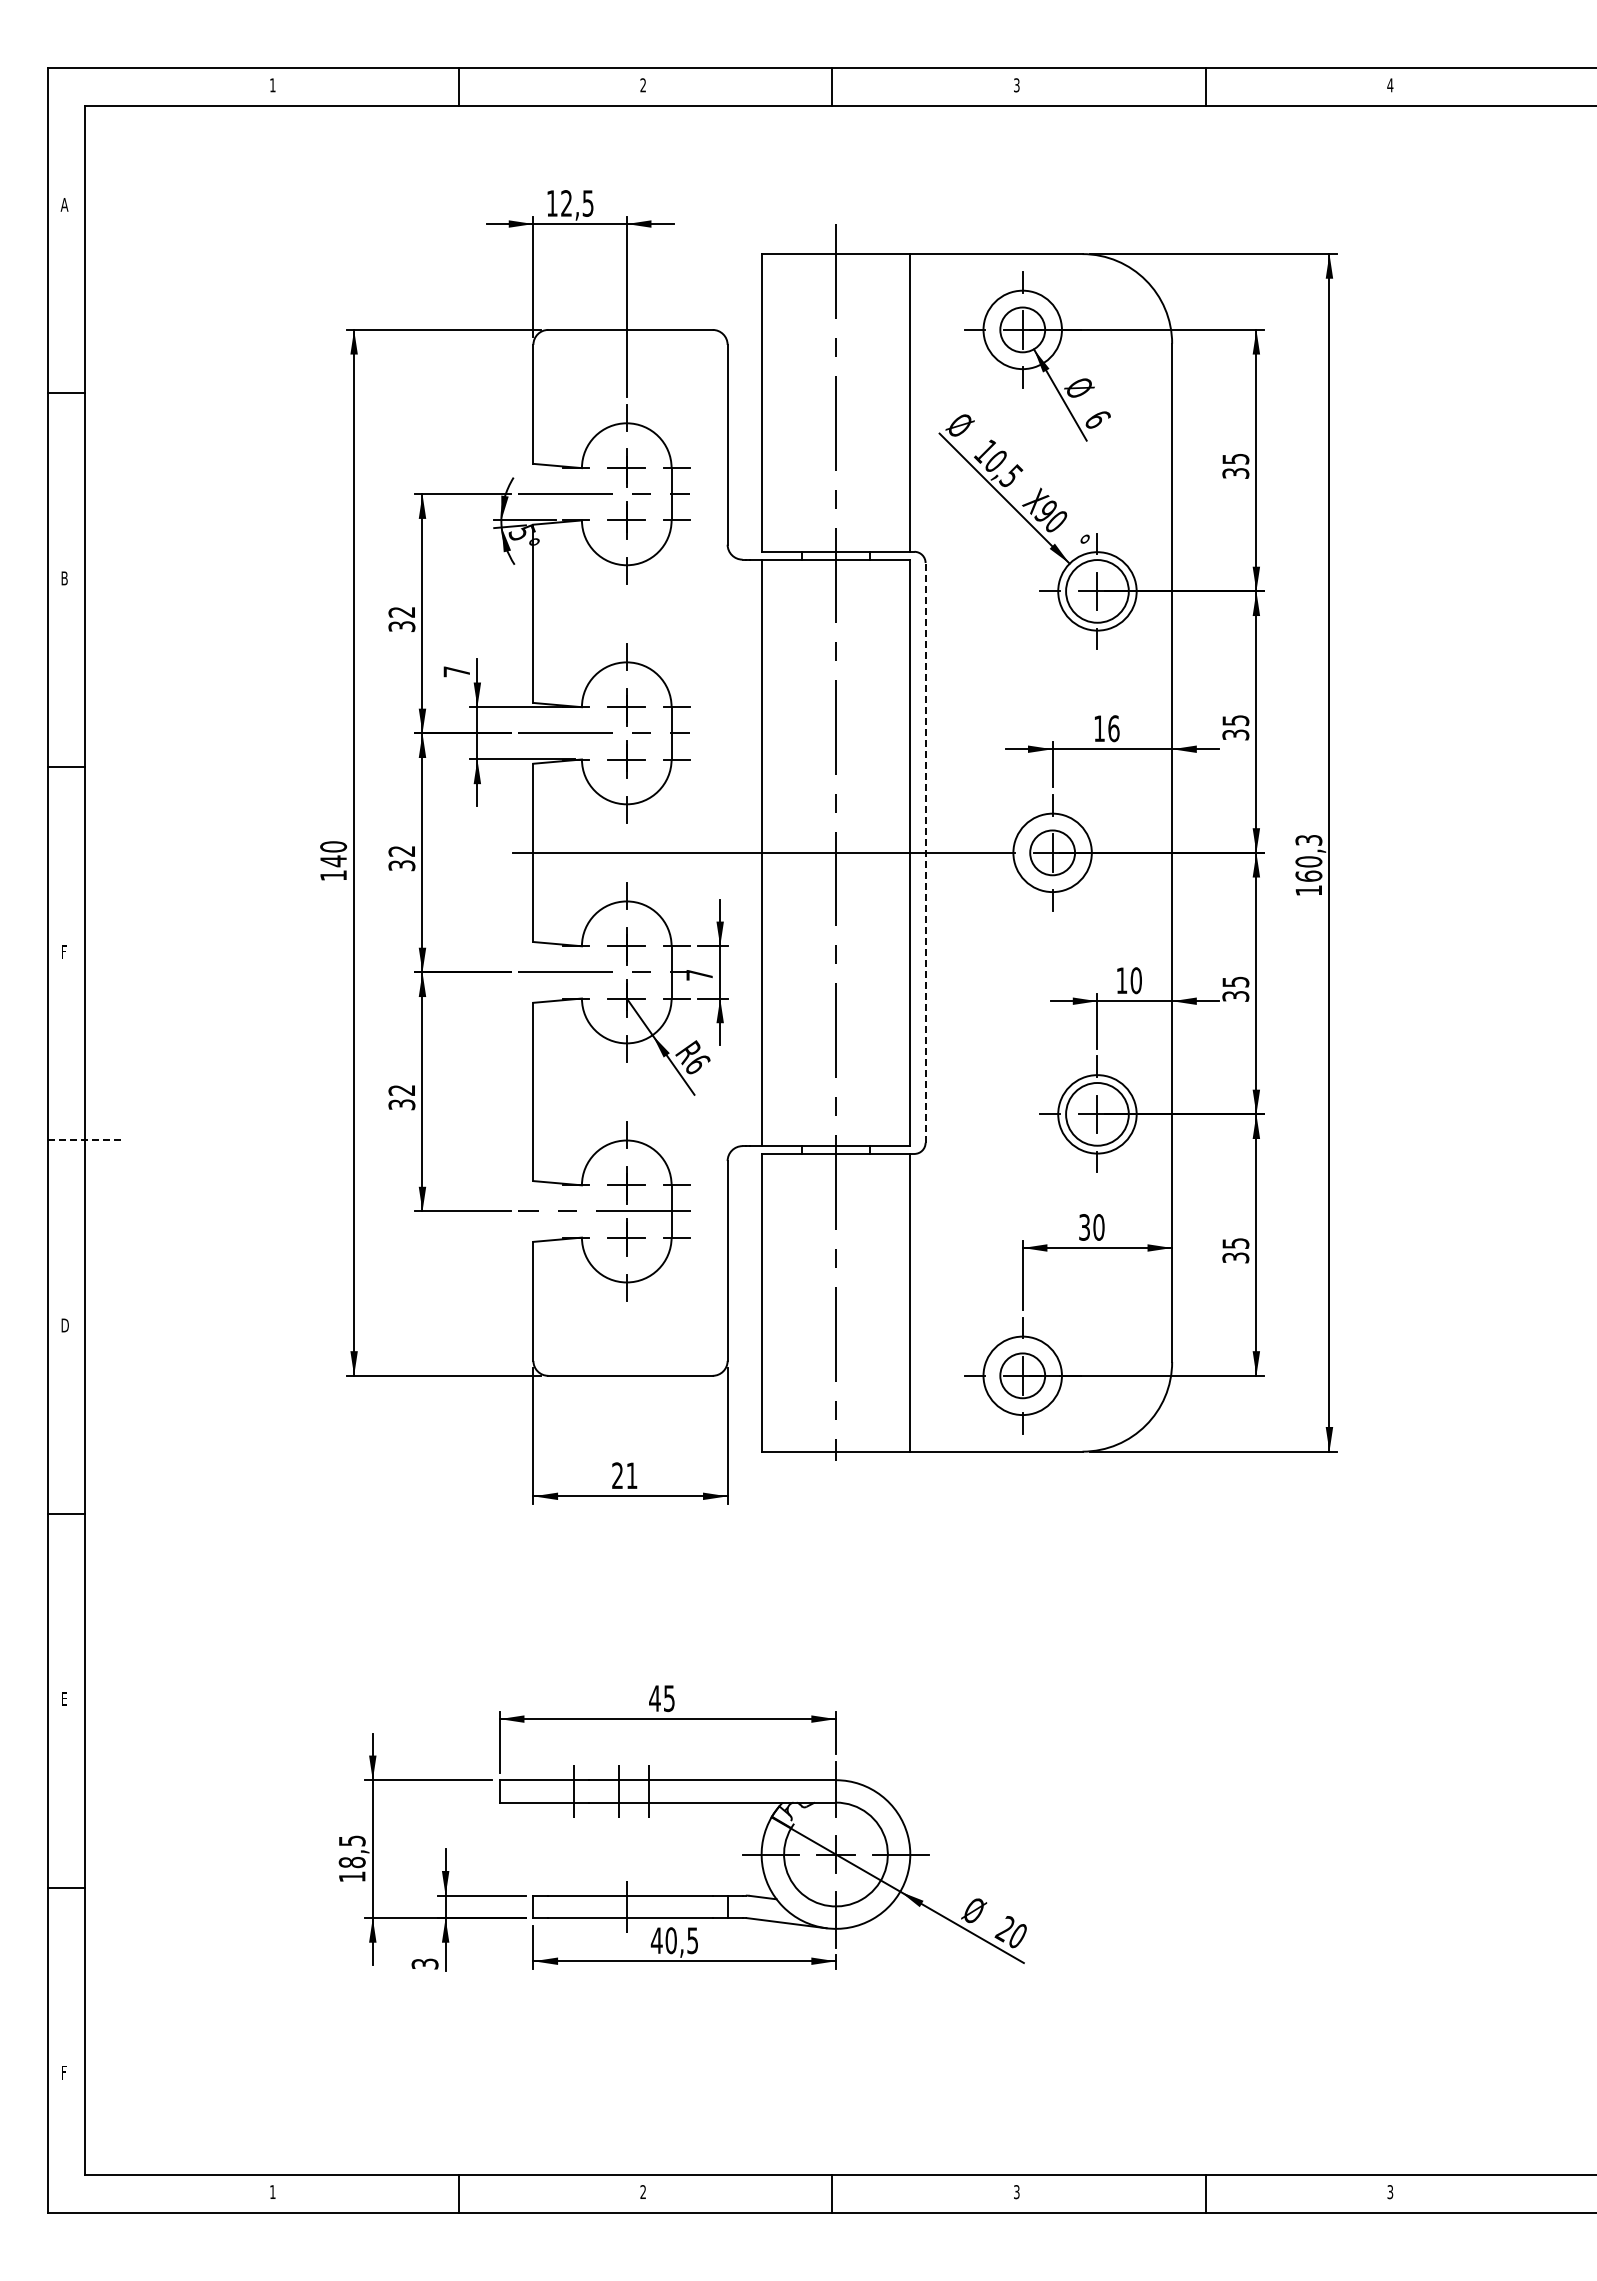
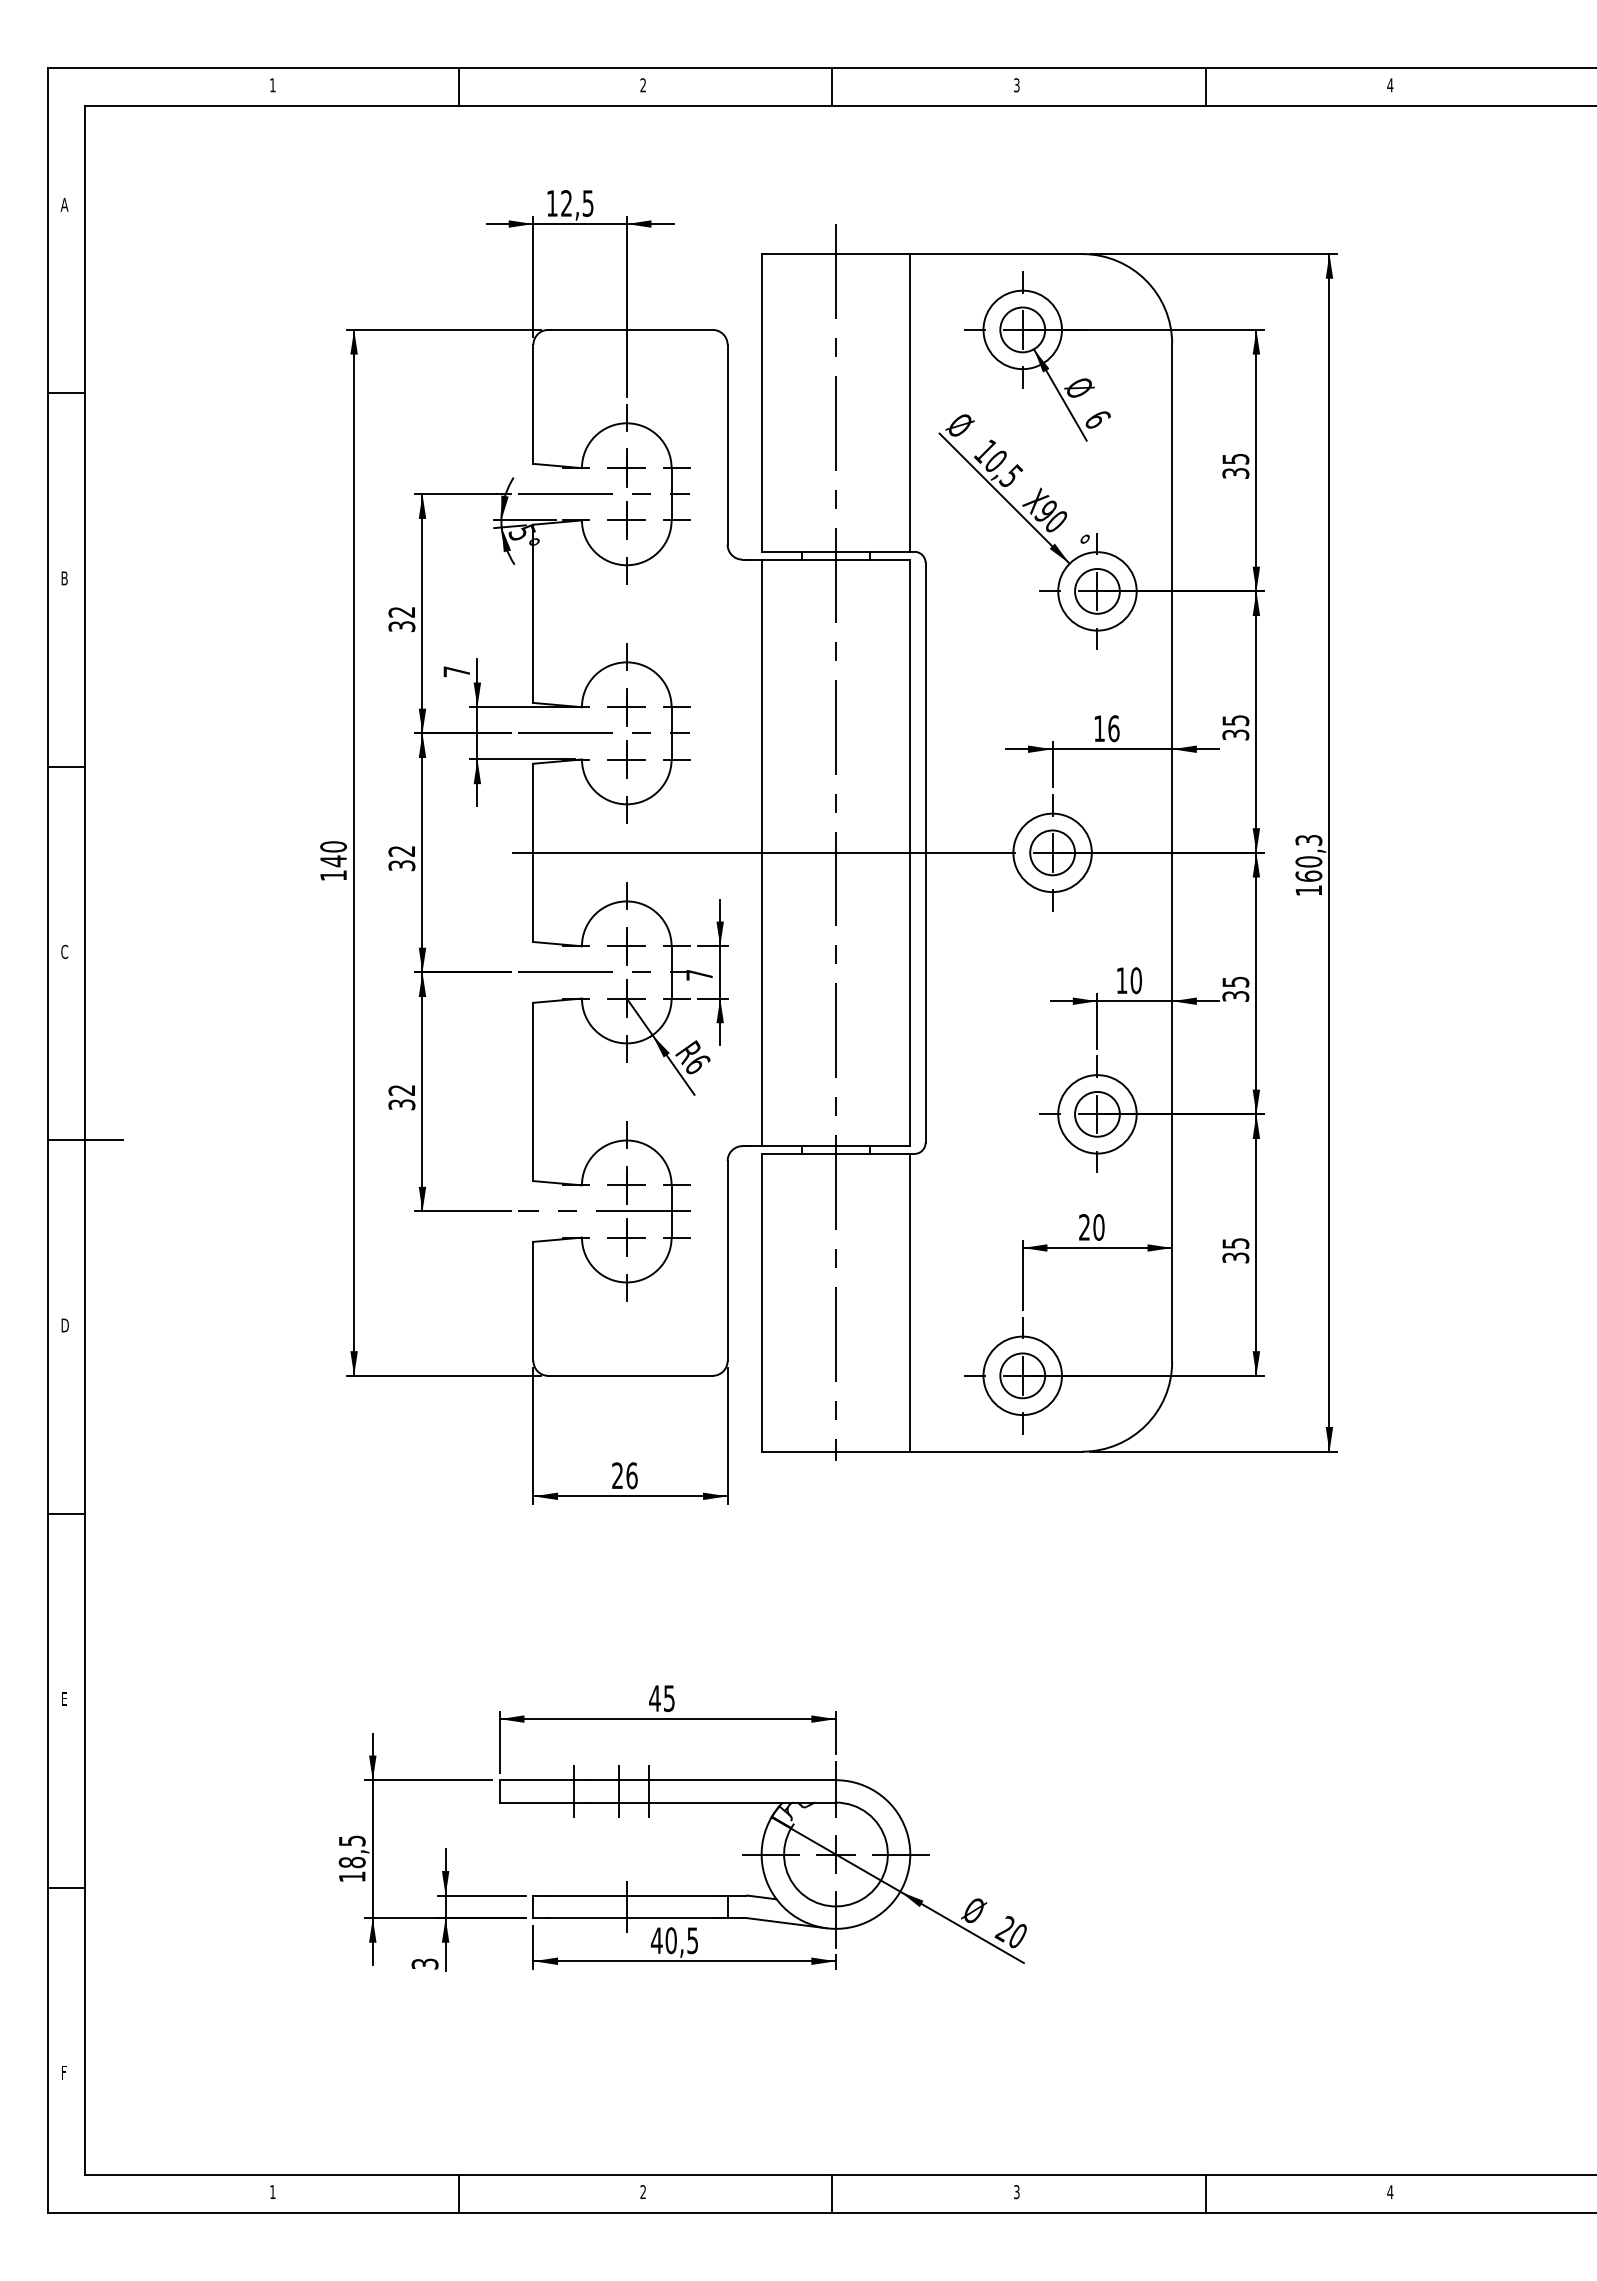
circle at (1097, 591) diameter: 63 px -> 45 px
line at (925, 852): dashed -> solid
text at (64, 951): F -> C
circle at (1097, 1113) diameter: 63 px -> 45 px
line at (85, 1140): dashed -> solid
text at (1084, 1227): 30 -> 20
text at (631, 1475): 21 -> 26
text at (1390, 2192): 3 -> 4
